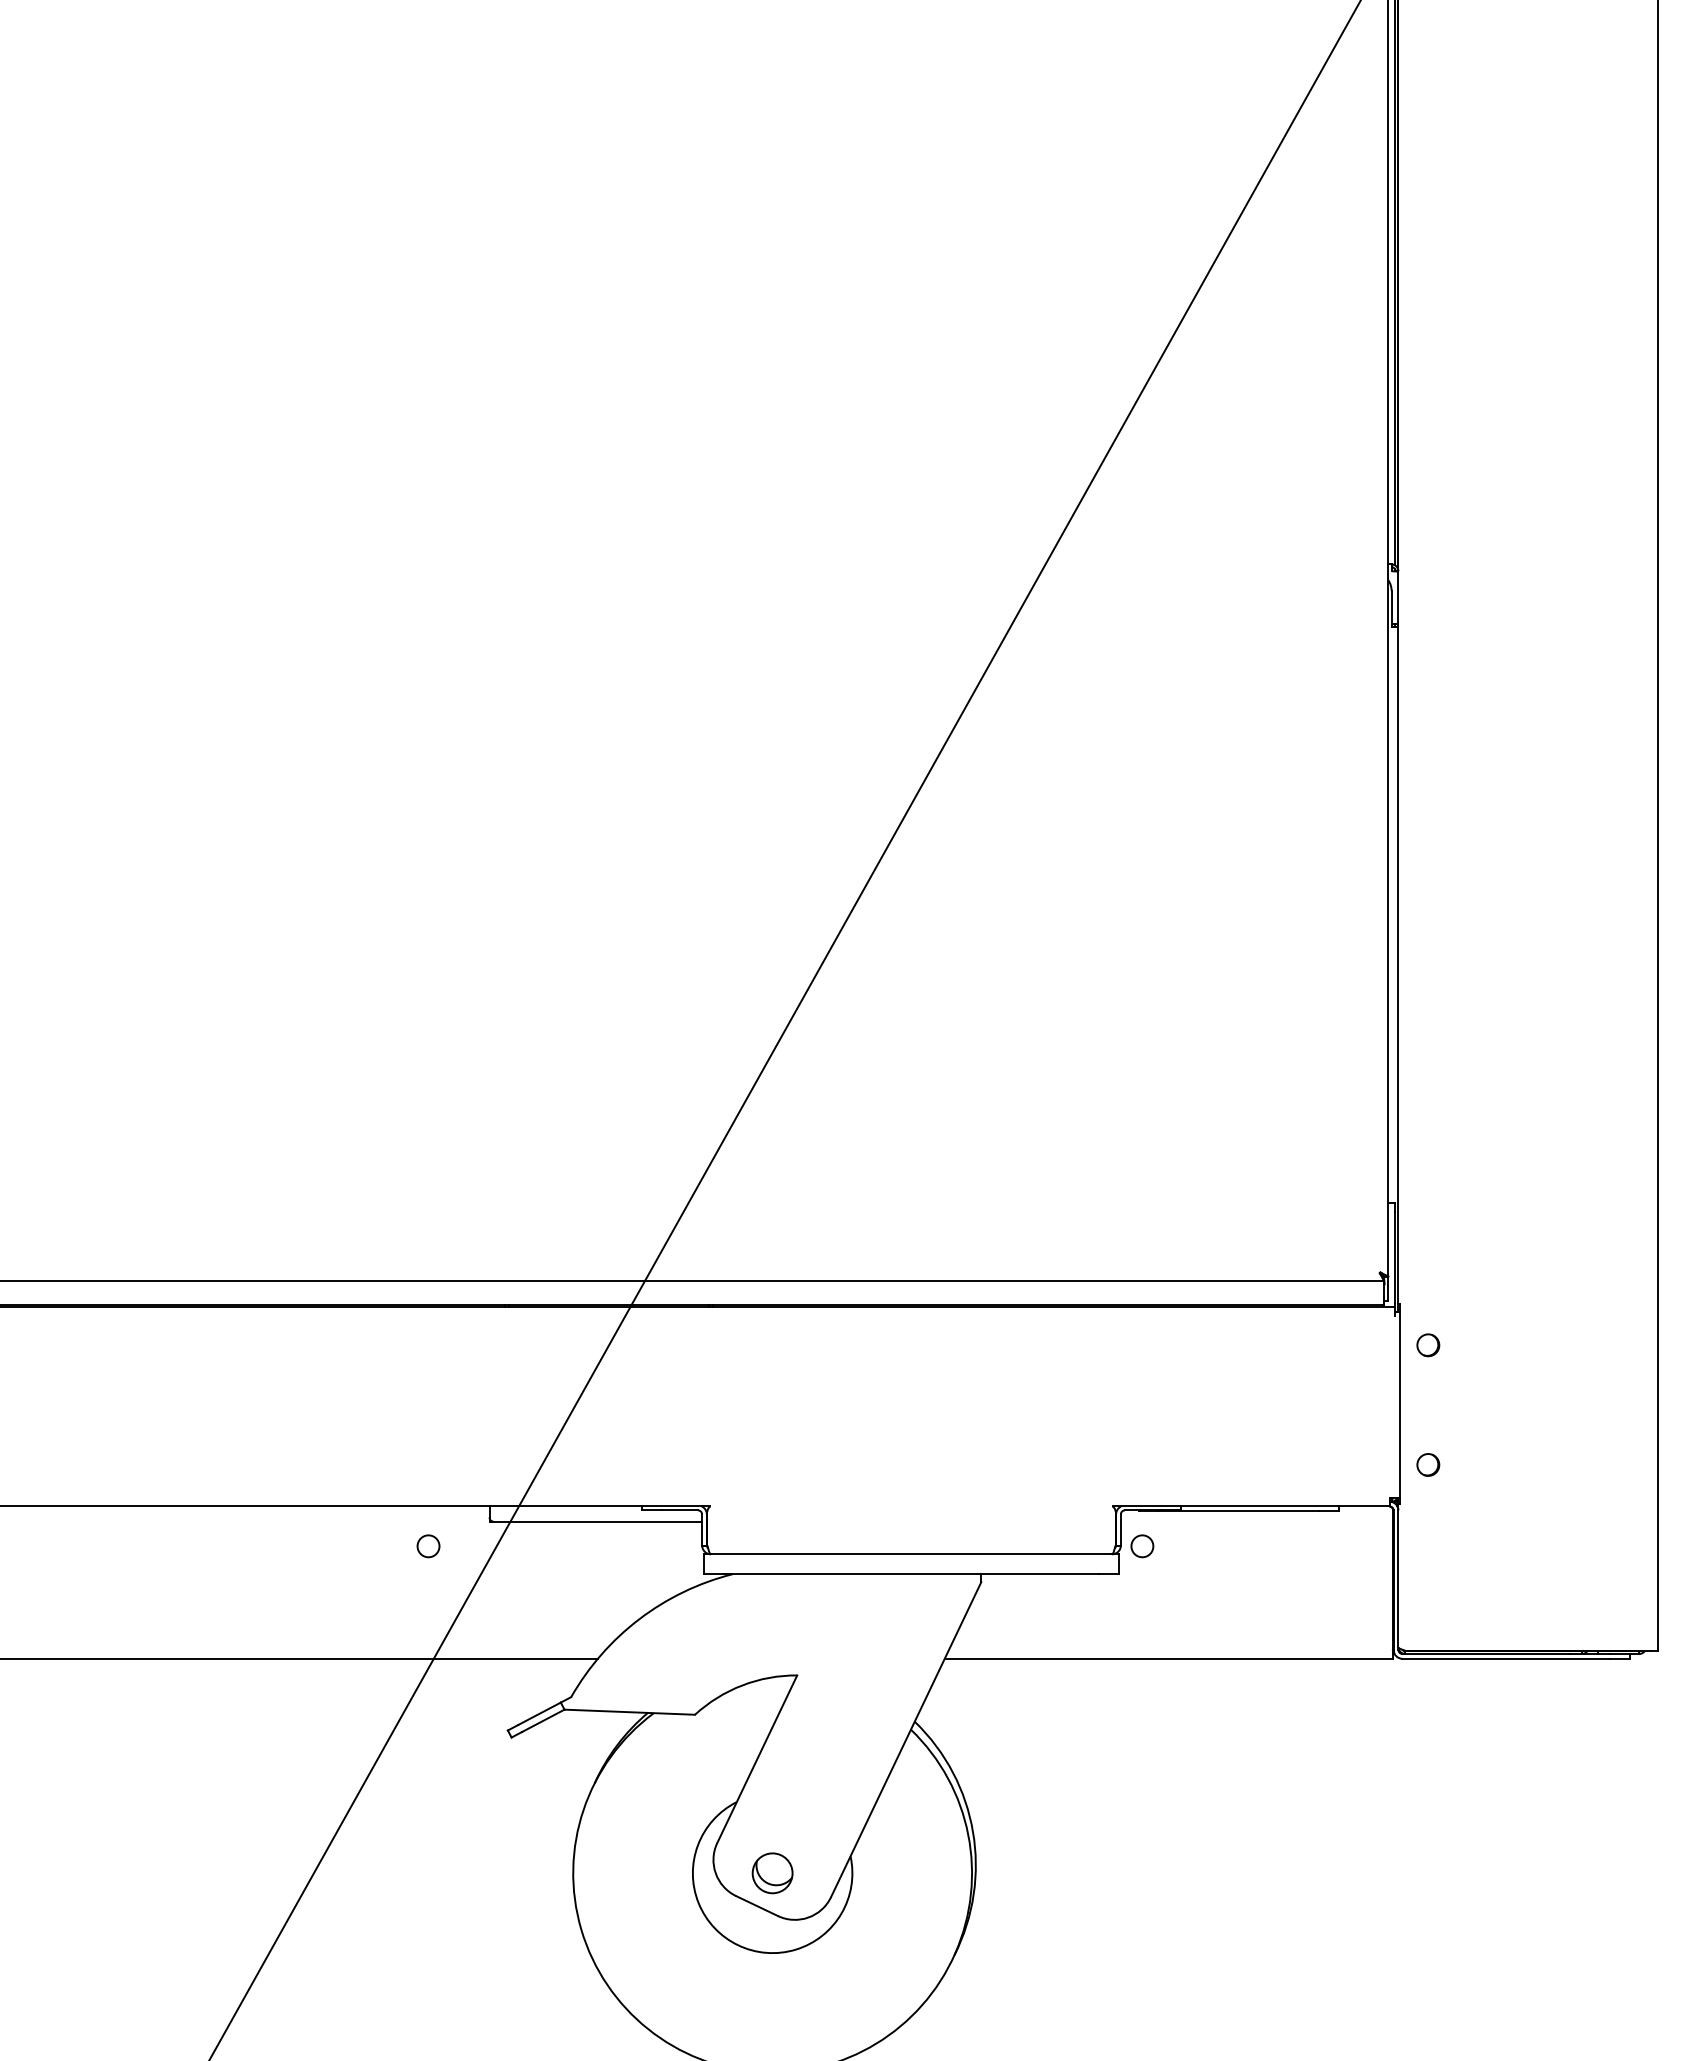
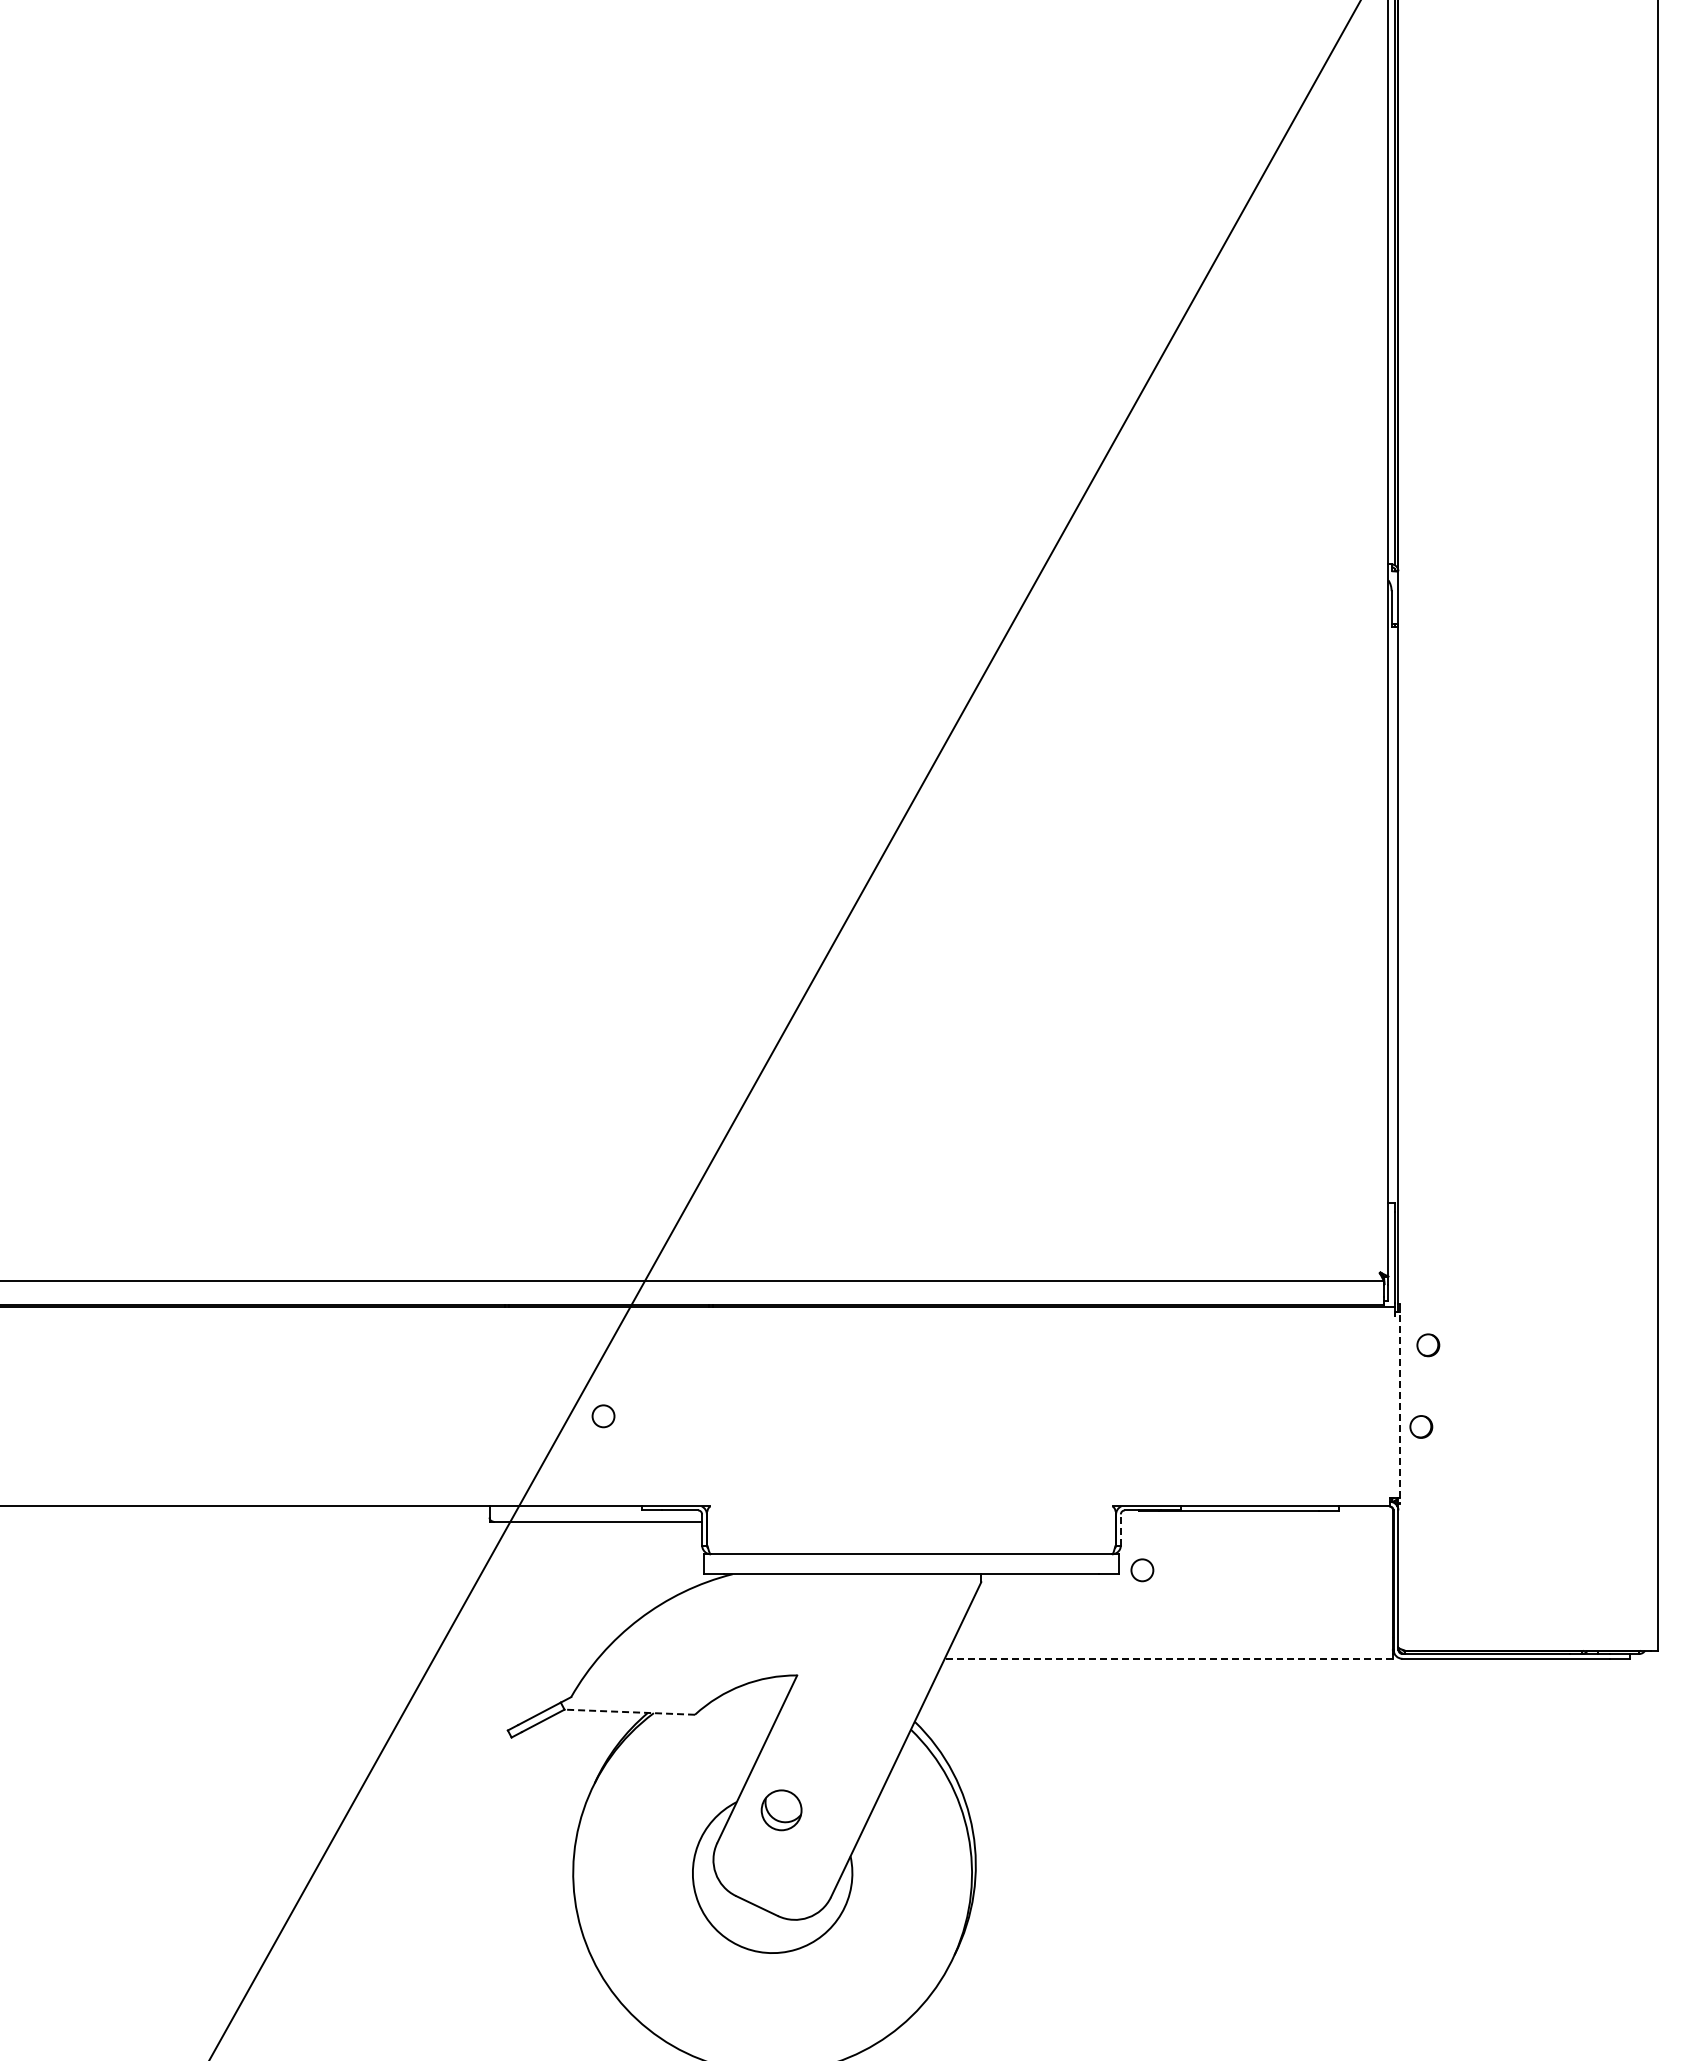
line at (1400, 1403): solid -> dashed
part at (1428, 1464) position: (1428, 1464) -> (1421, 1426)
line at (1120, 1529): solid -> dashed
circle at (428, 1546) position: (428, 1546) -> (603, 1416)
circle at (1142, 1546) position: (1142, 1546) -> (1142, 1570)
line at (299, 1658): present -> none
line at (1168, 1658): solid -> dashed
line at (629, 1712): solid -> dashed
part at (772, 1873) position: (772, 1873) -> (781, 1810)
